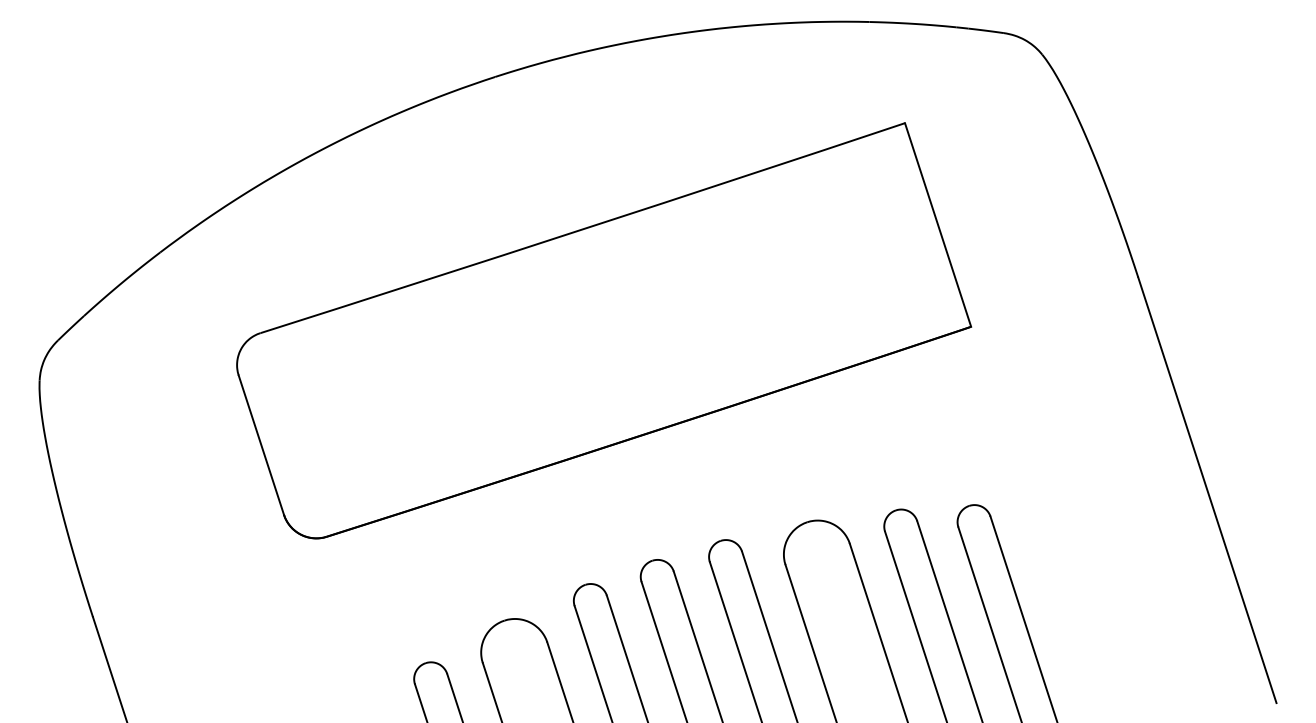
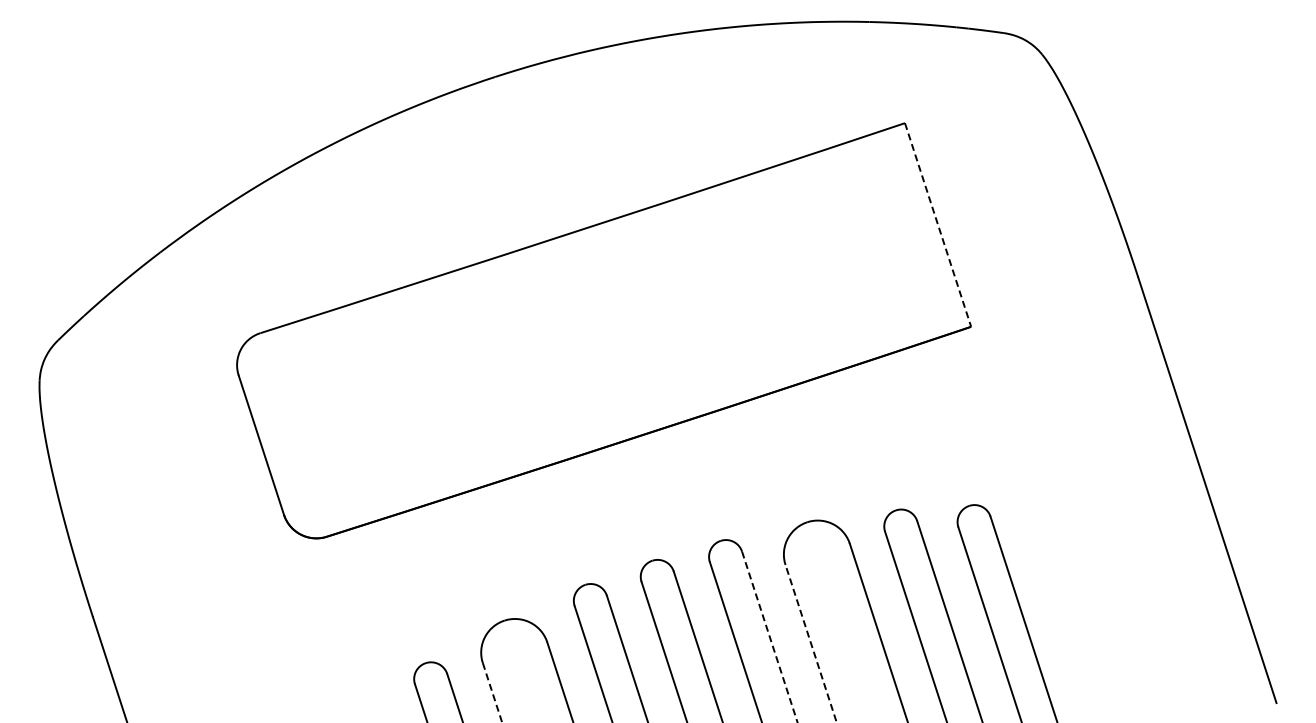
line at (938, 225): solid -> dashed
line at (769, 637): solid -> dashed
line at (811, 643): solid -> dashed
line at (492, 693): solid -> dashed
